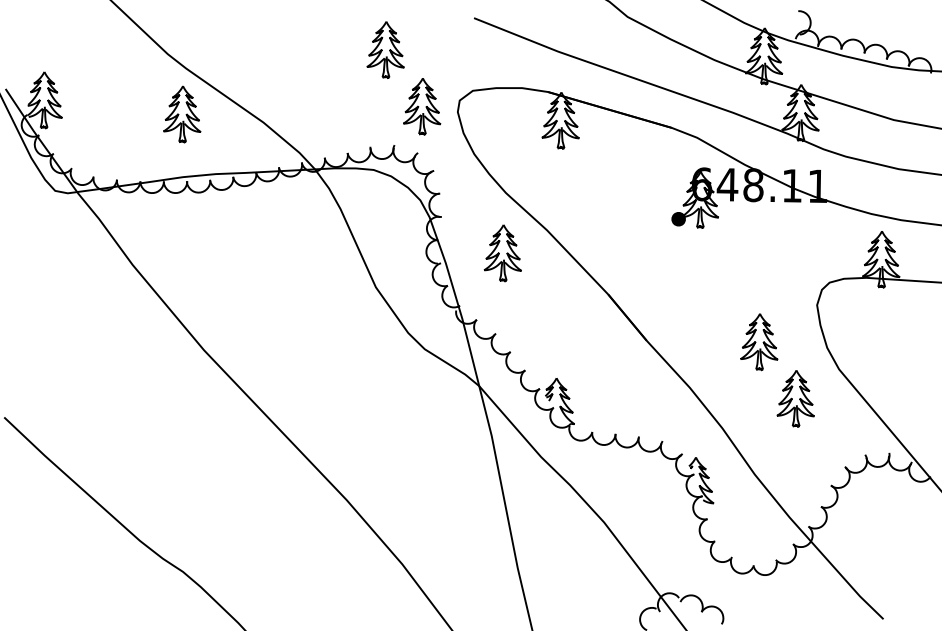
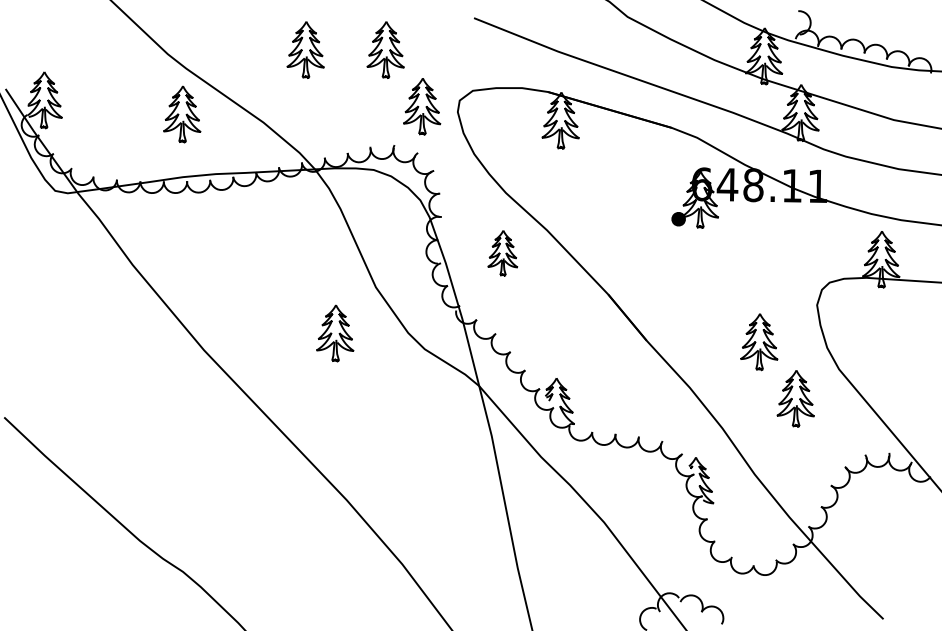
part at (305, 49): none -> present
part at (502, 253) size: 39x59 px -> 32x47 px
part at (335, 333): none -> present
